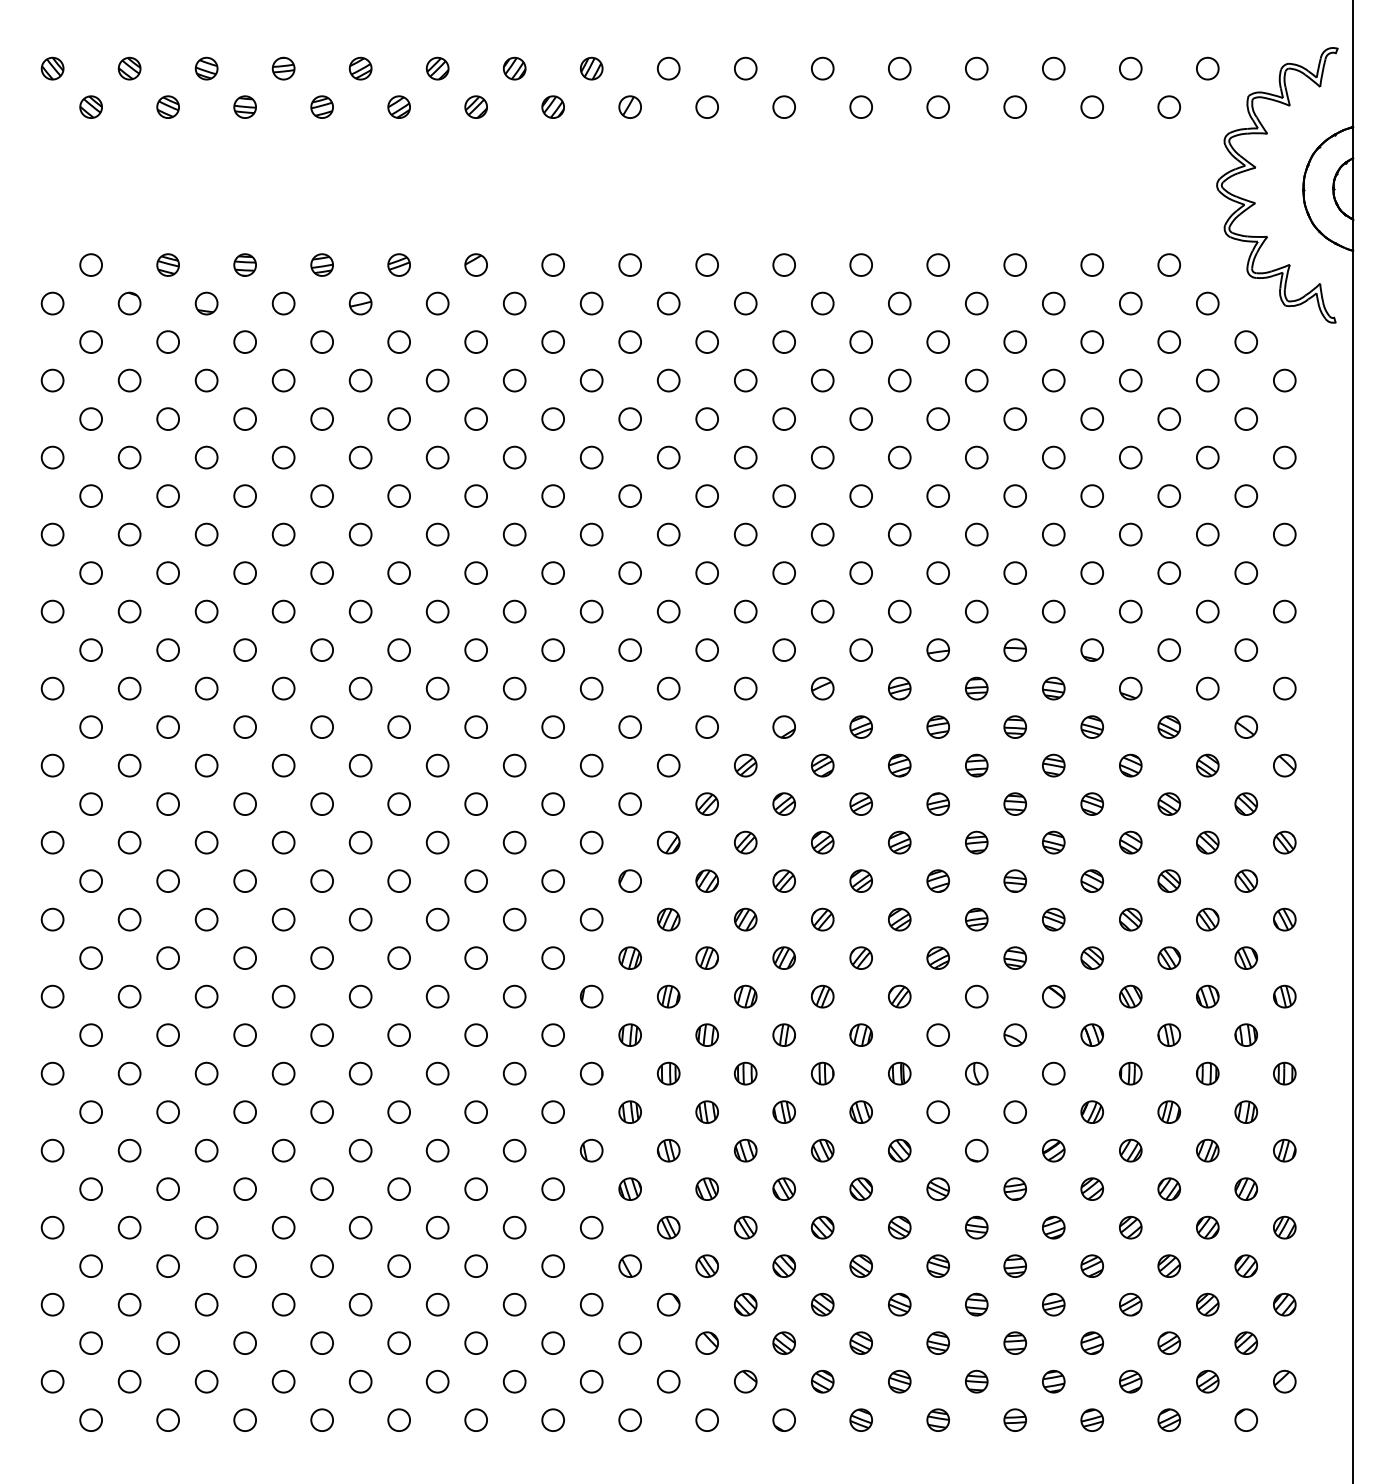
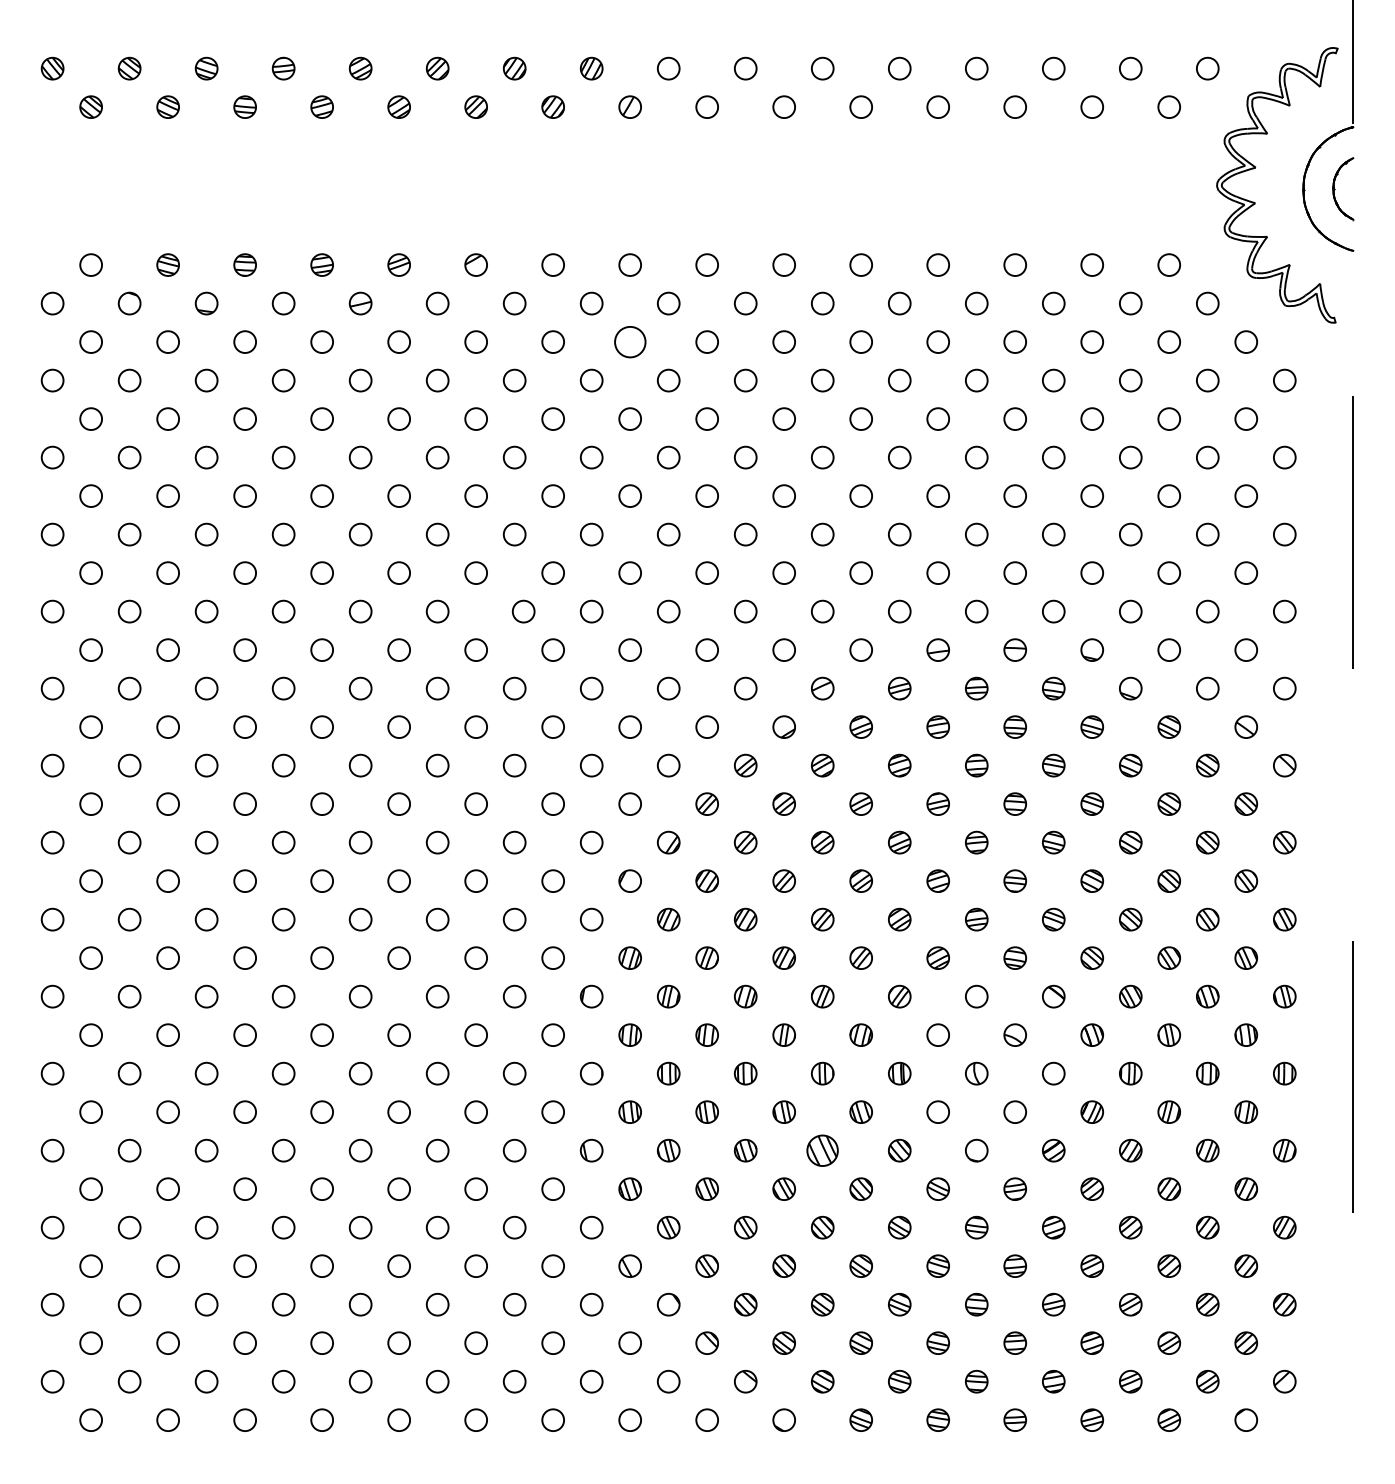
circle at (629, 341) size: 24x24 px -> 33x33 px
circle at (514, 611) position: (514, 611) -> (523, 611)
line at (1353, 741): solid -> dashed
part at (822, 1150) size: 24x25 px -> 33x33 px
